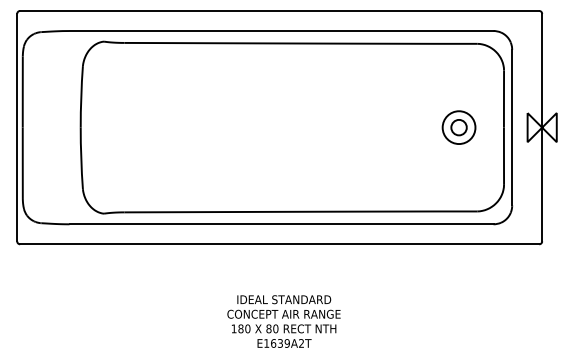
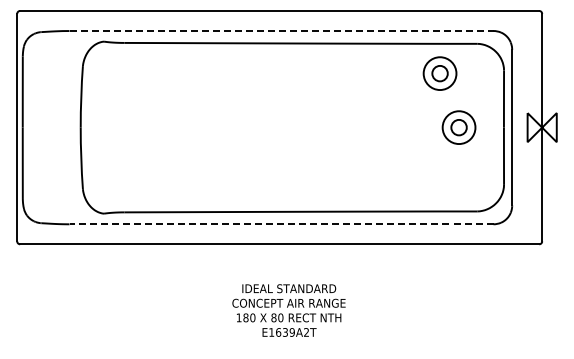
line at (281, 31): solid -> dashed
part at (439, 73): none -> present
line at (281, 224): solid -> dashed
text at (283, 321) position: (283, 321) -> (288, 310)
